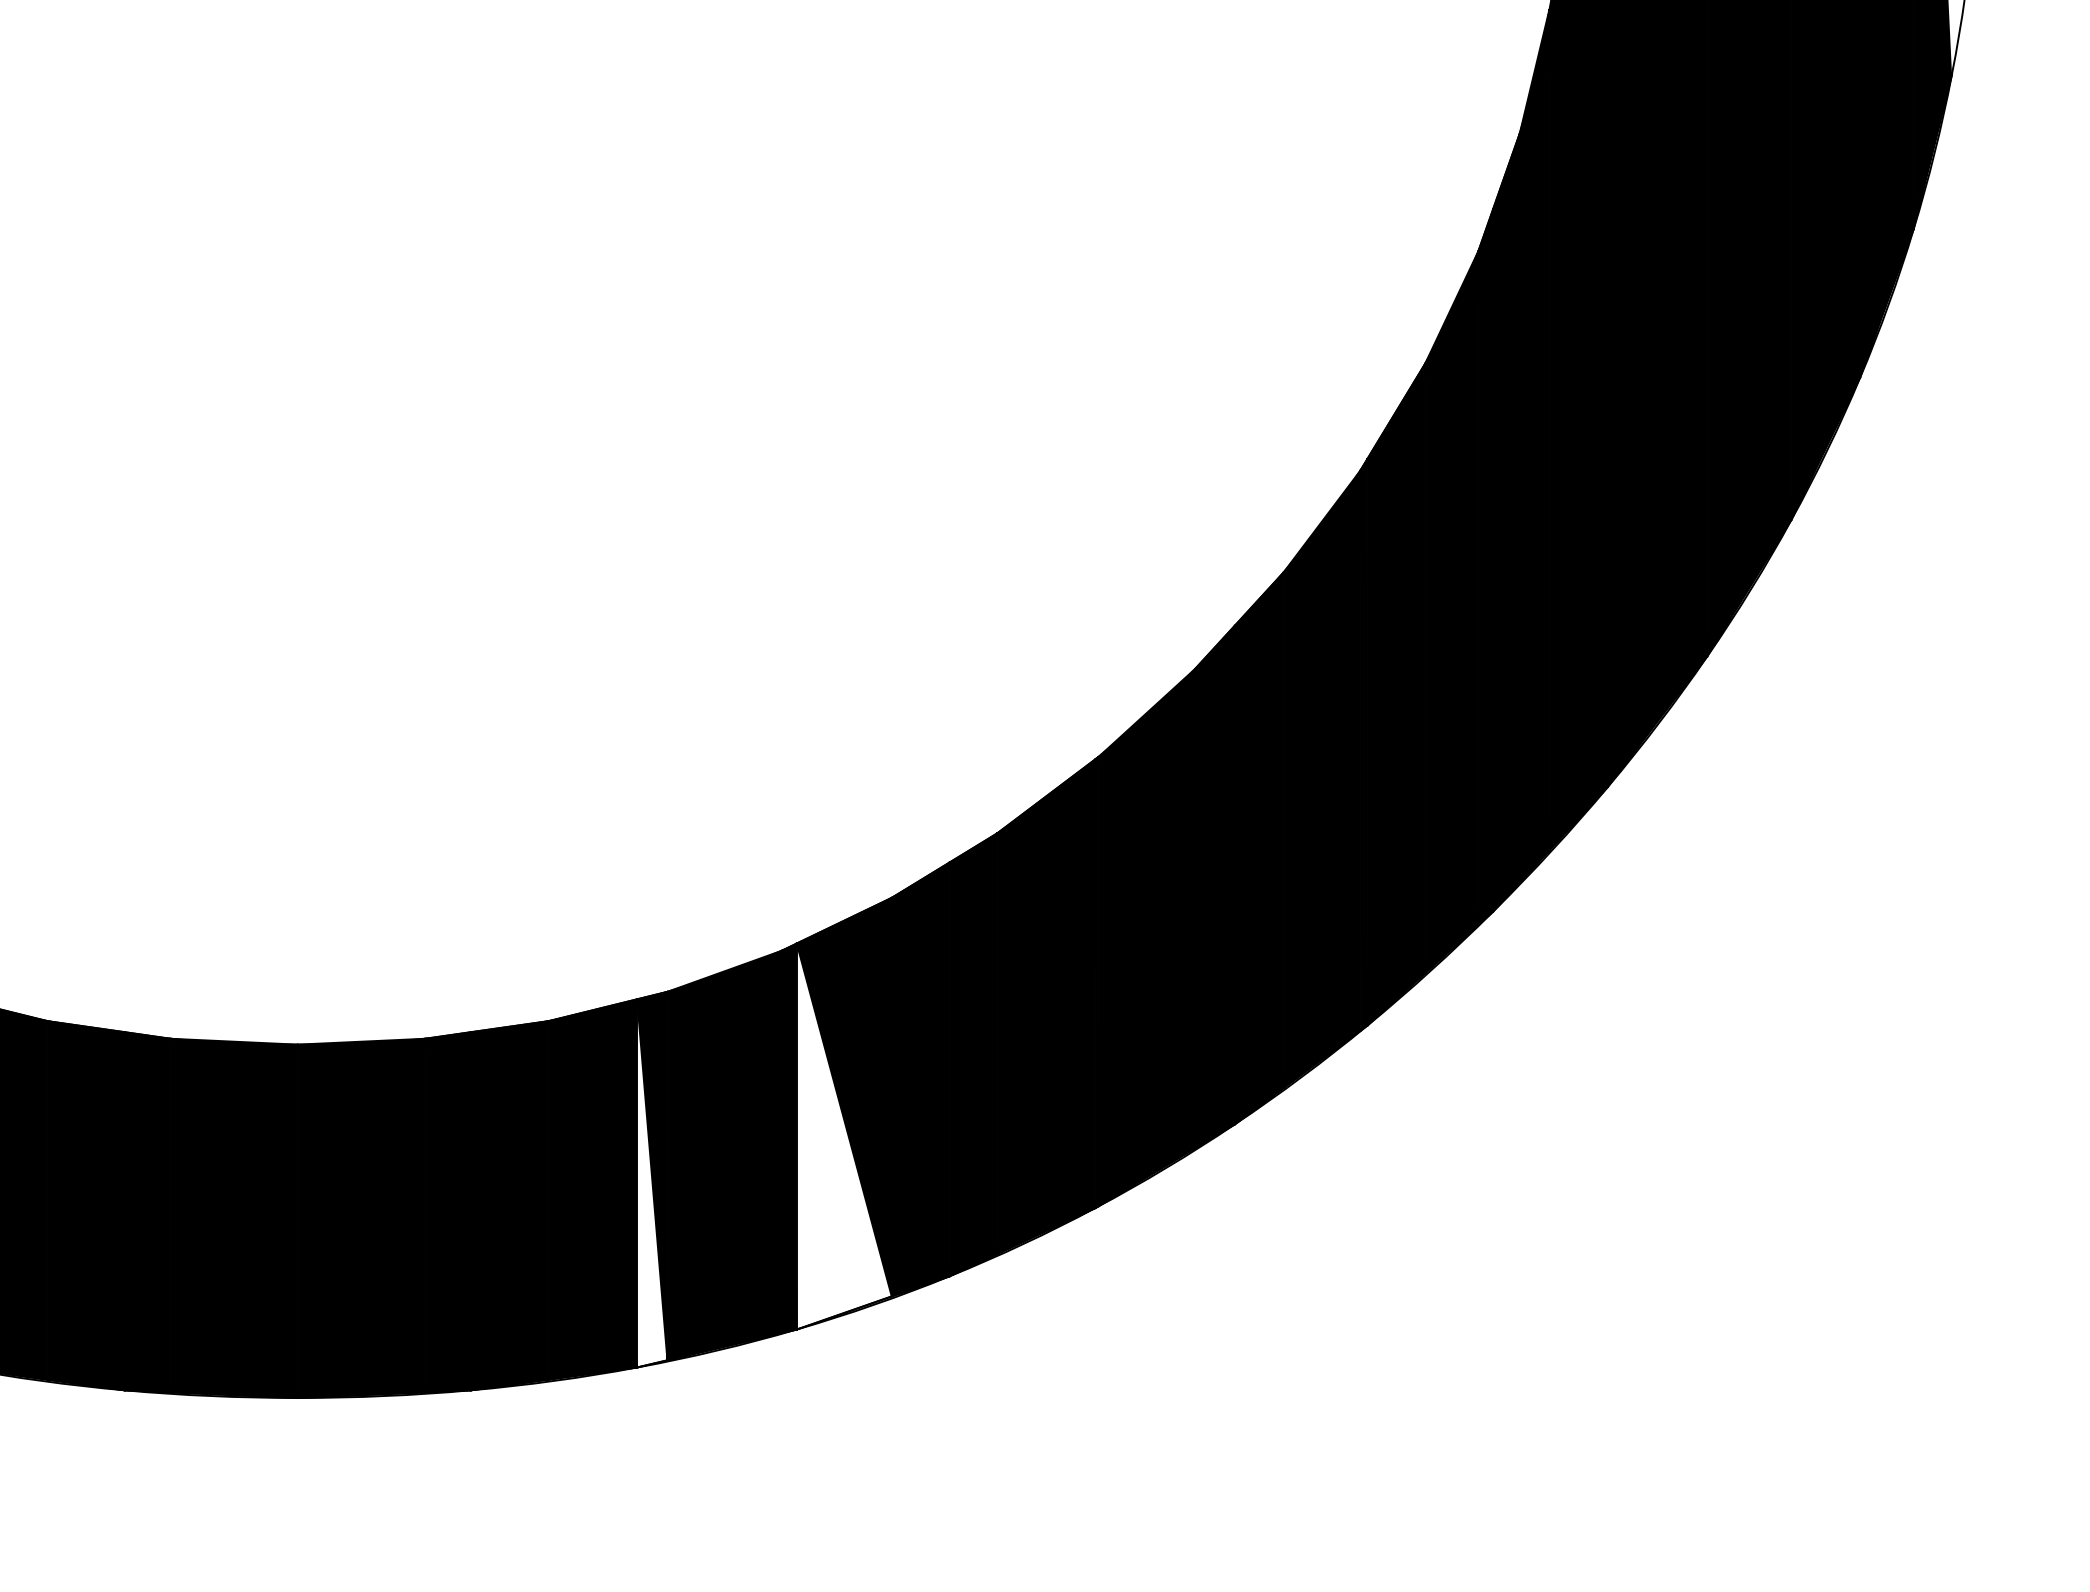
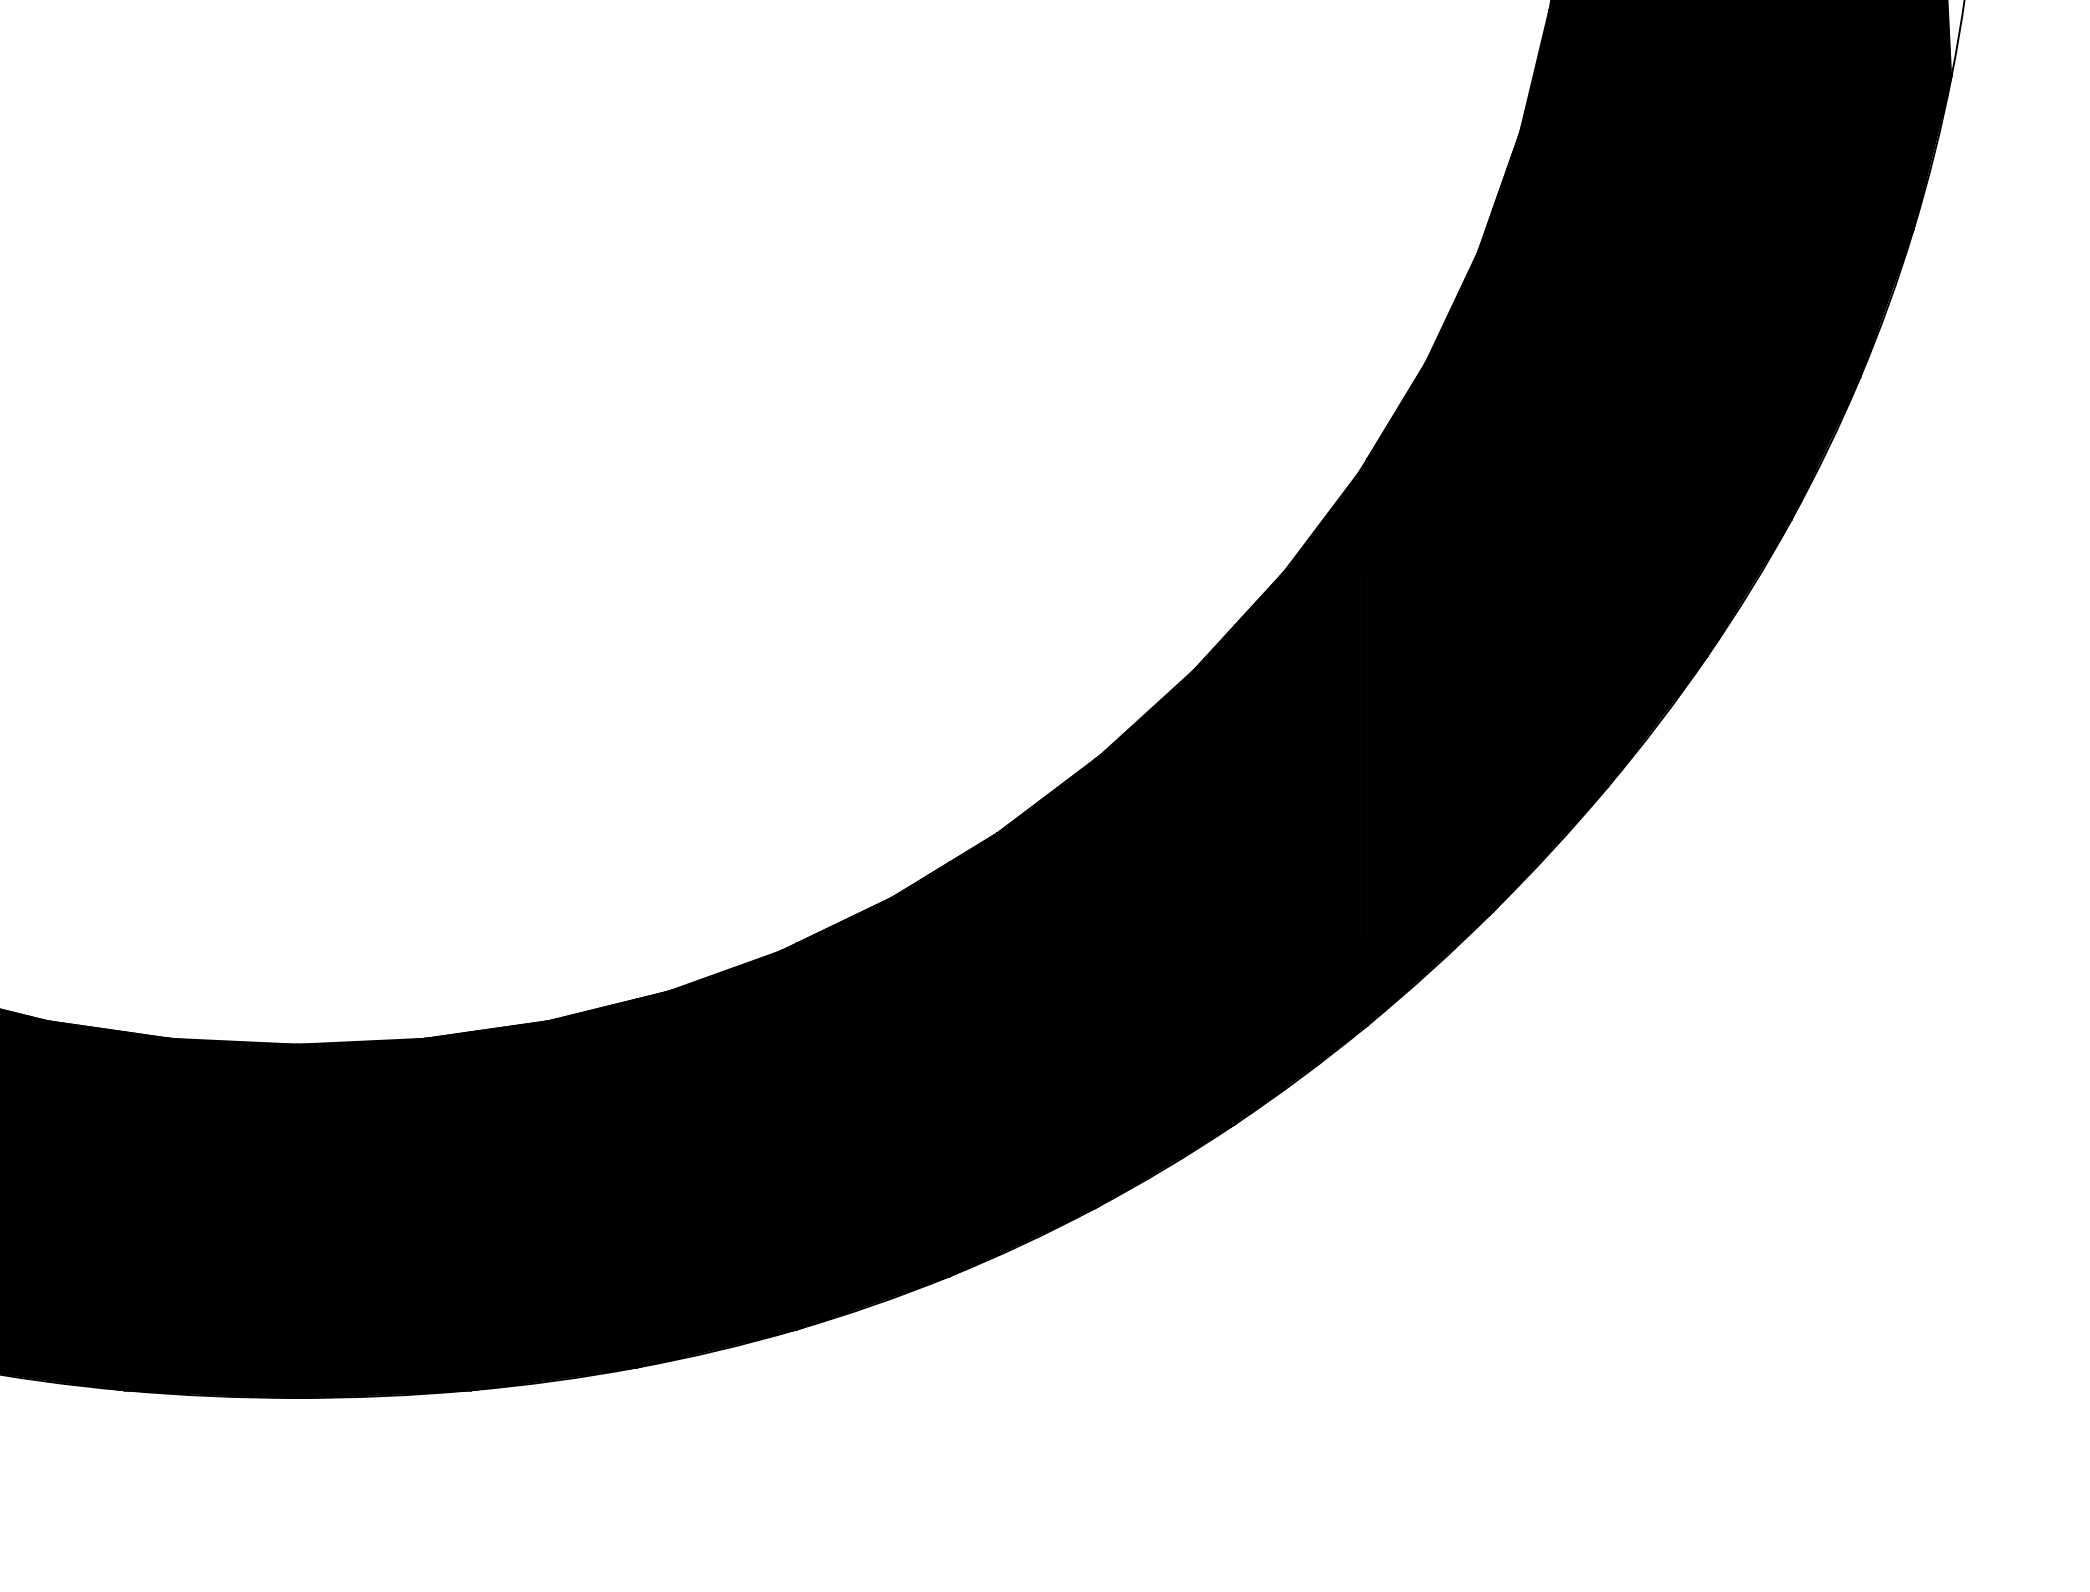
fill at (843, 1136): none -> present
fill at (652, 1183): none -> present
